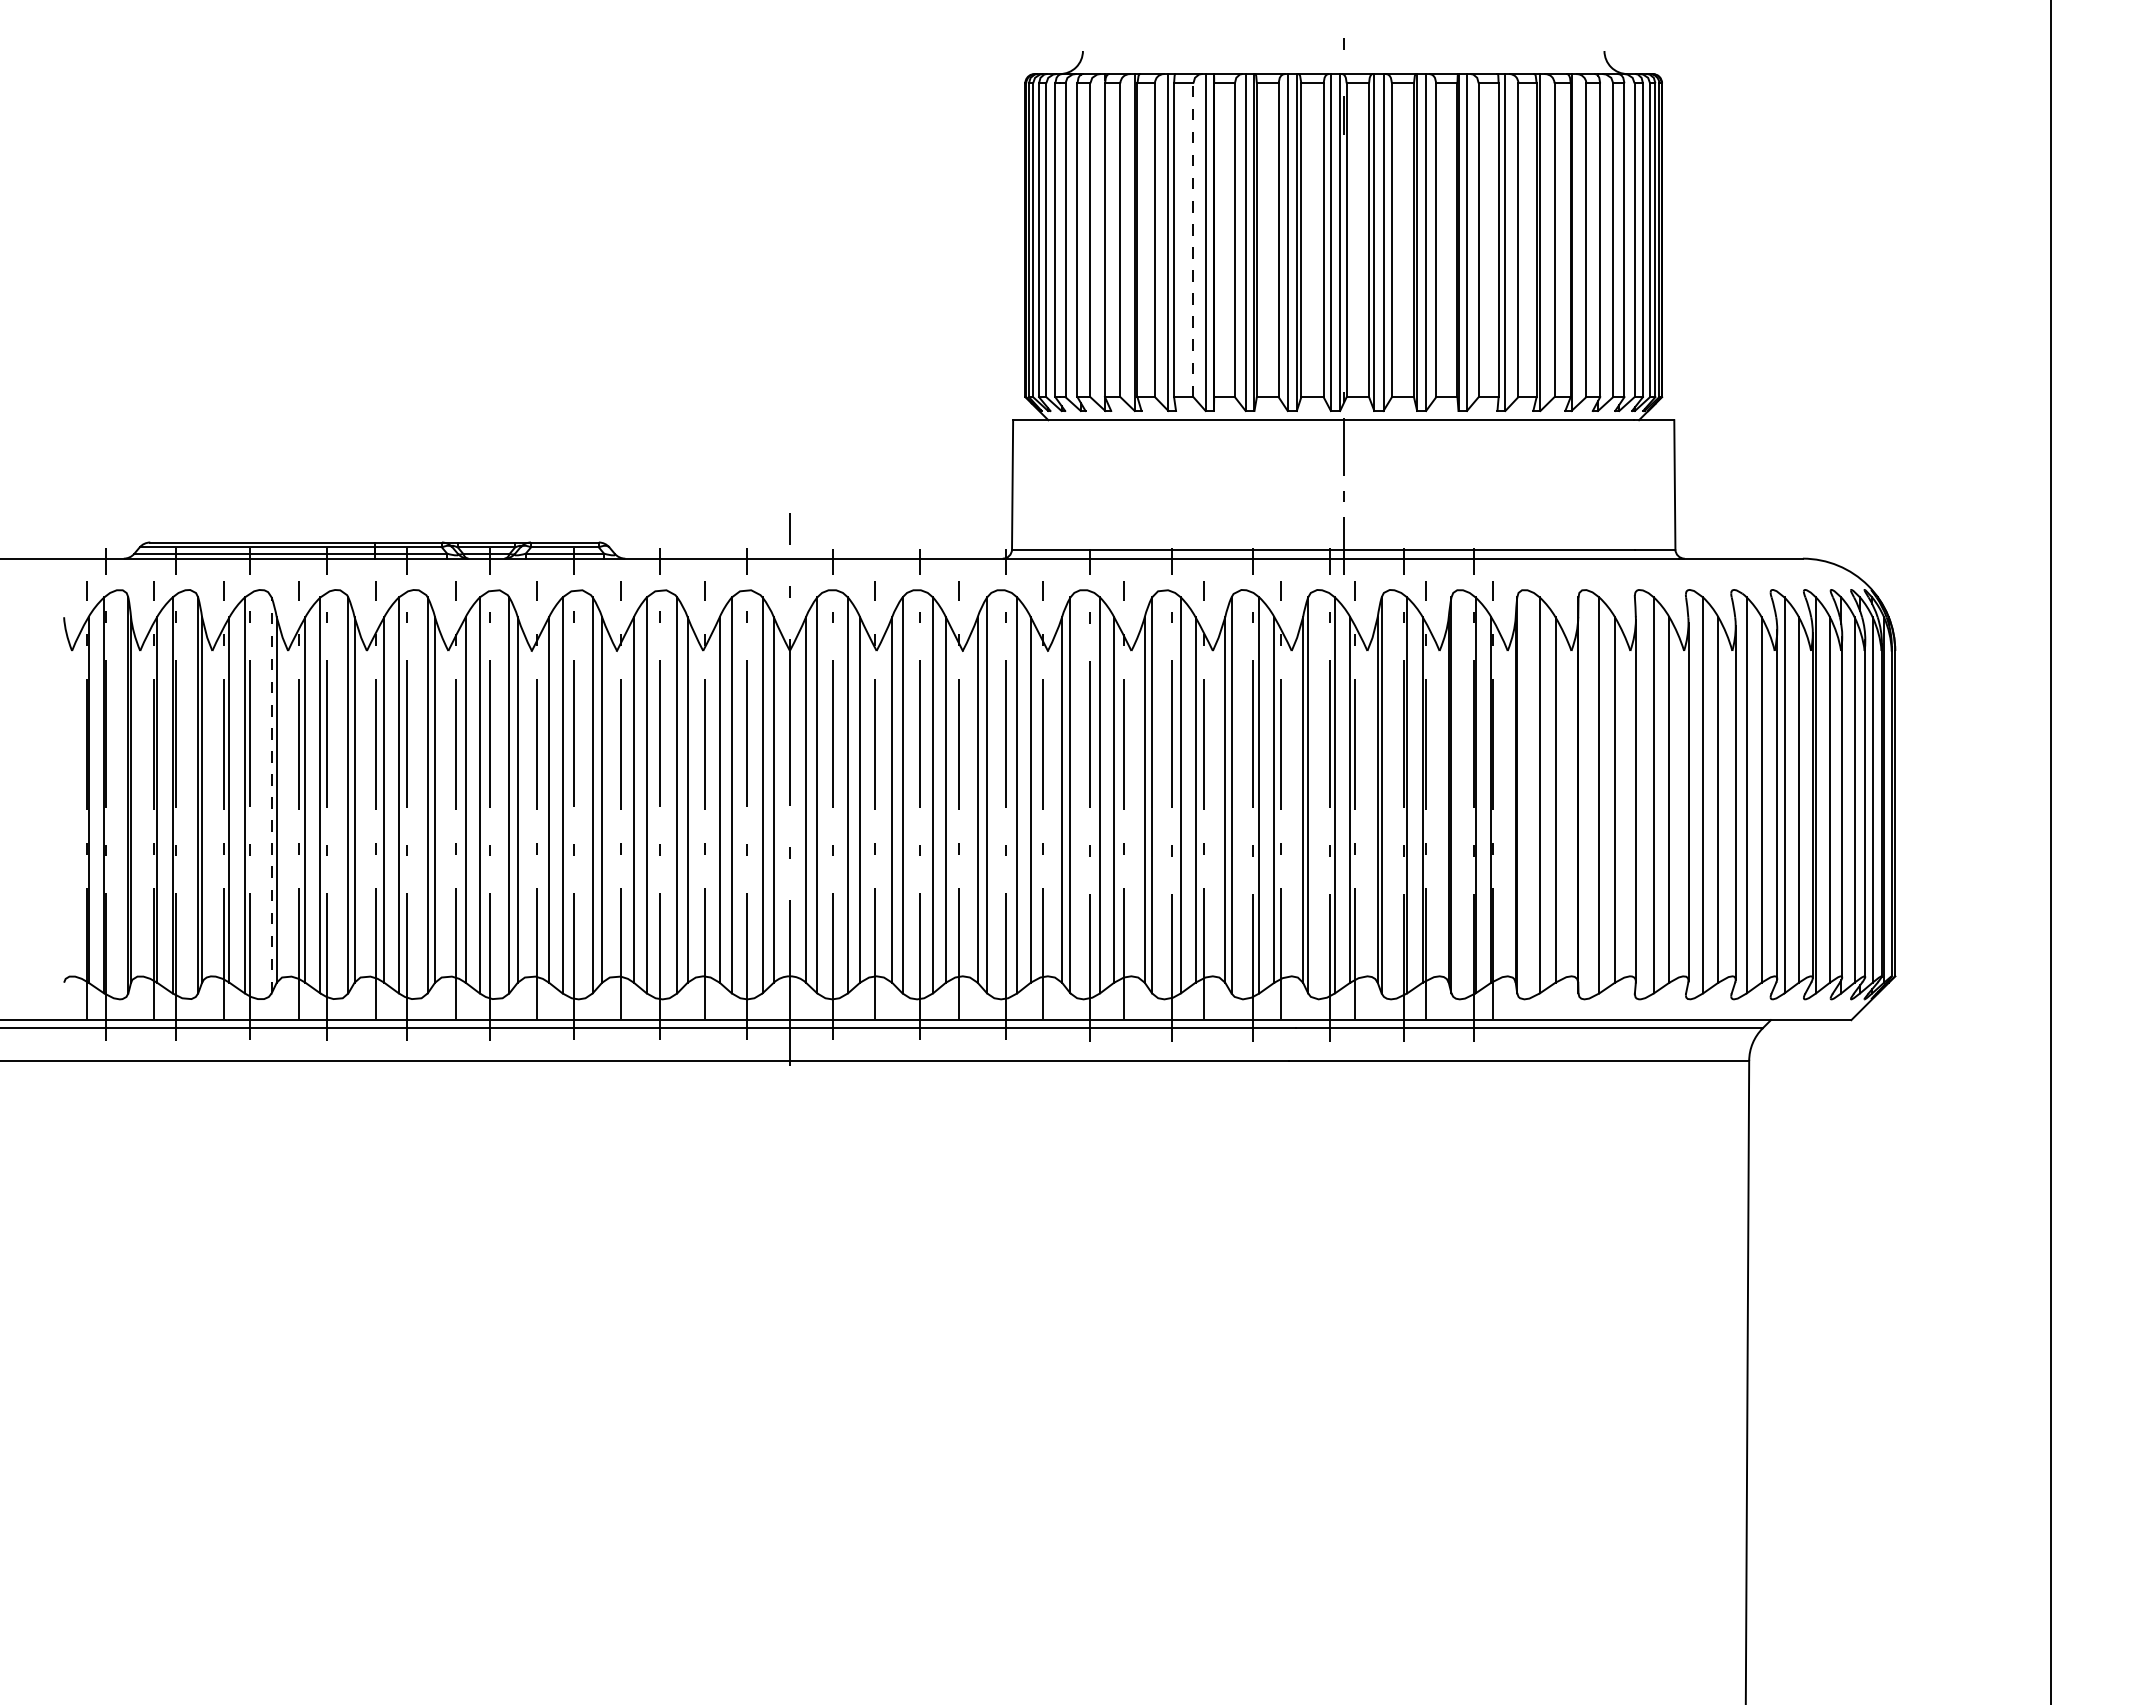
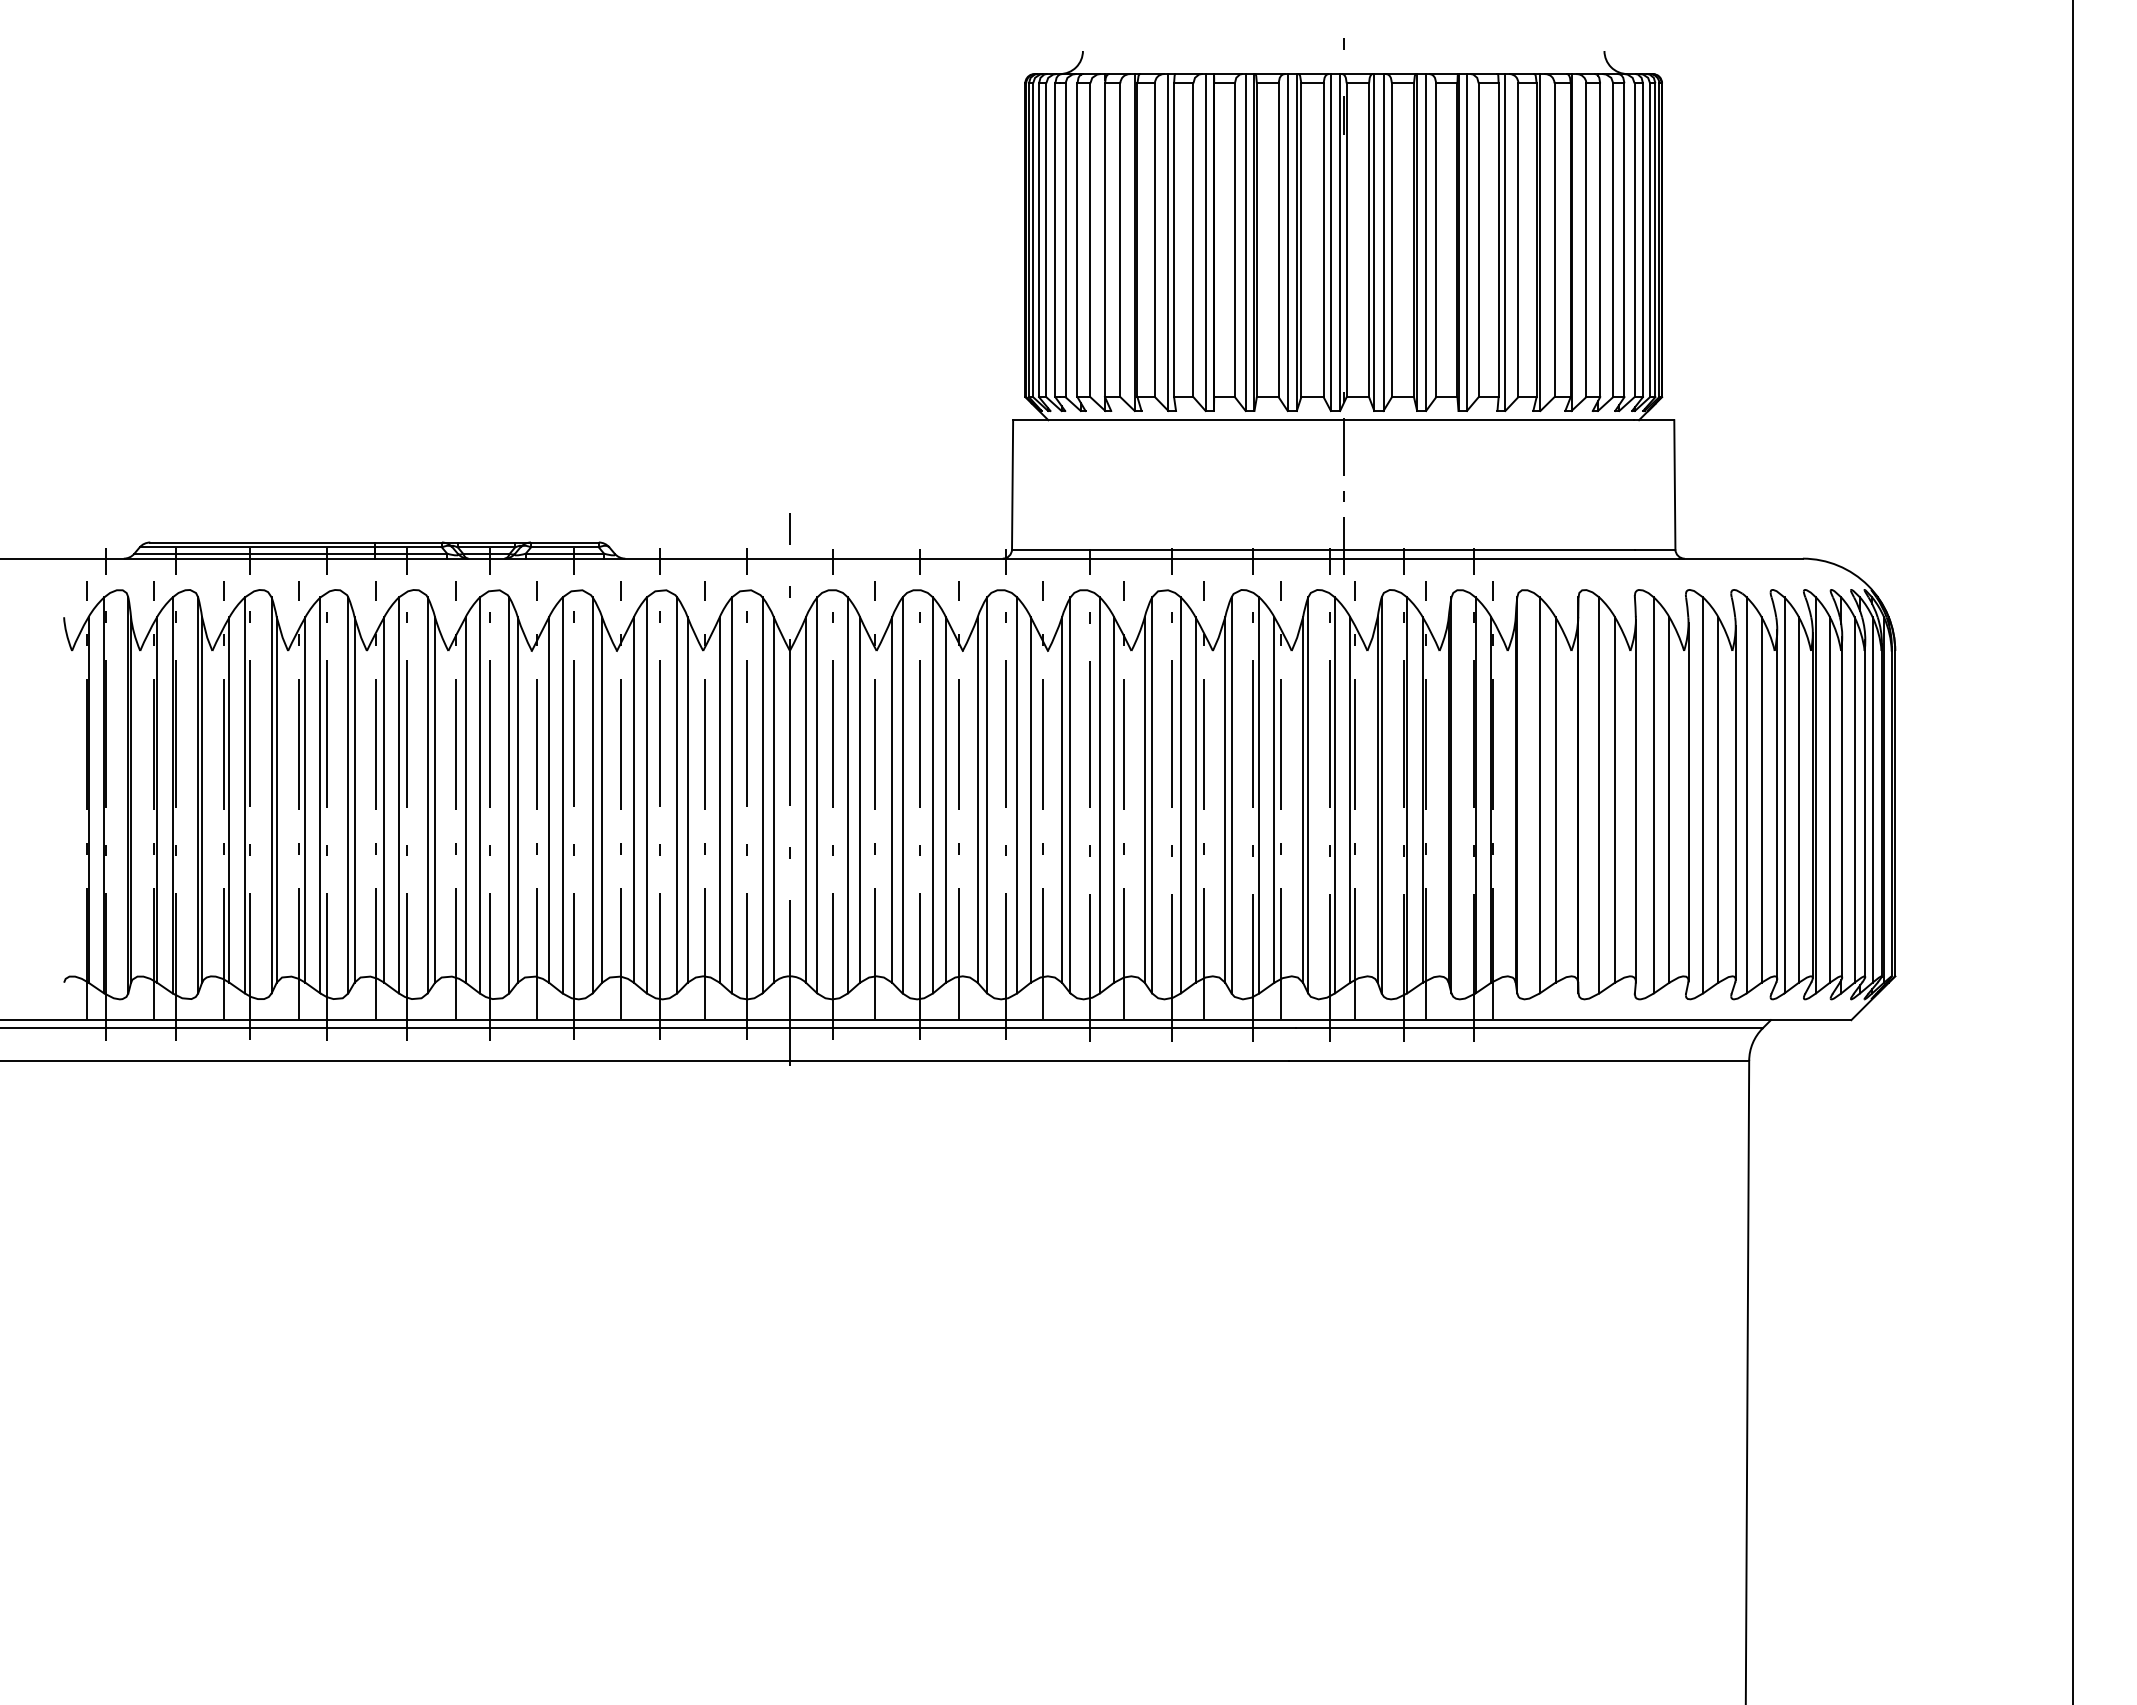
line at (1193, 240): dashed -> solid
line at (271, 795): dashed -> solid
line at (2050, 851) position: (2050, 851) -> (2072, 851)
